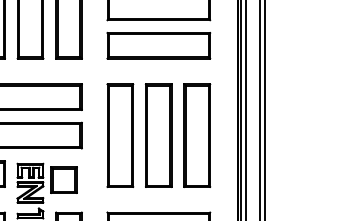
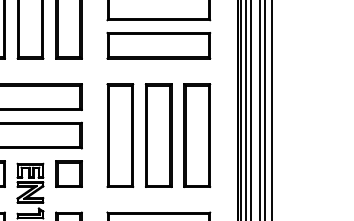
line at (251, 109): none -> present
line at (271, 109): none -> present
part at (63, 179) position: (63, 179) -> (68, 173)
